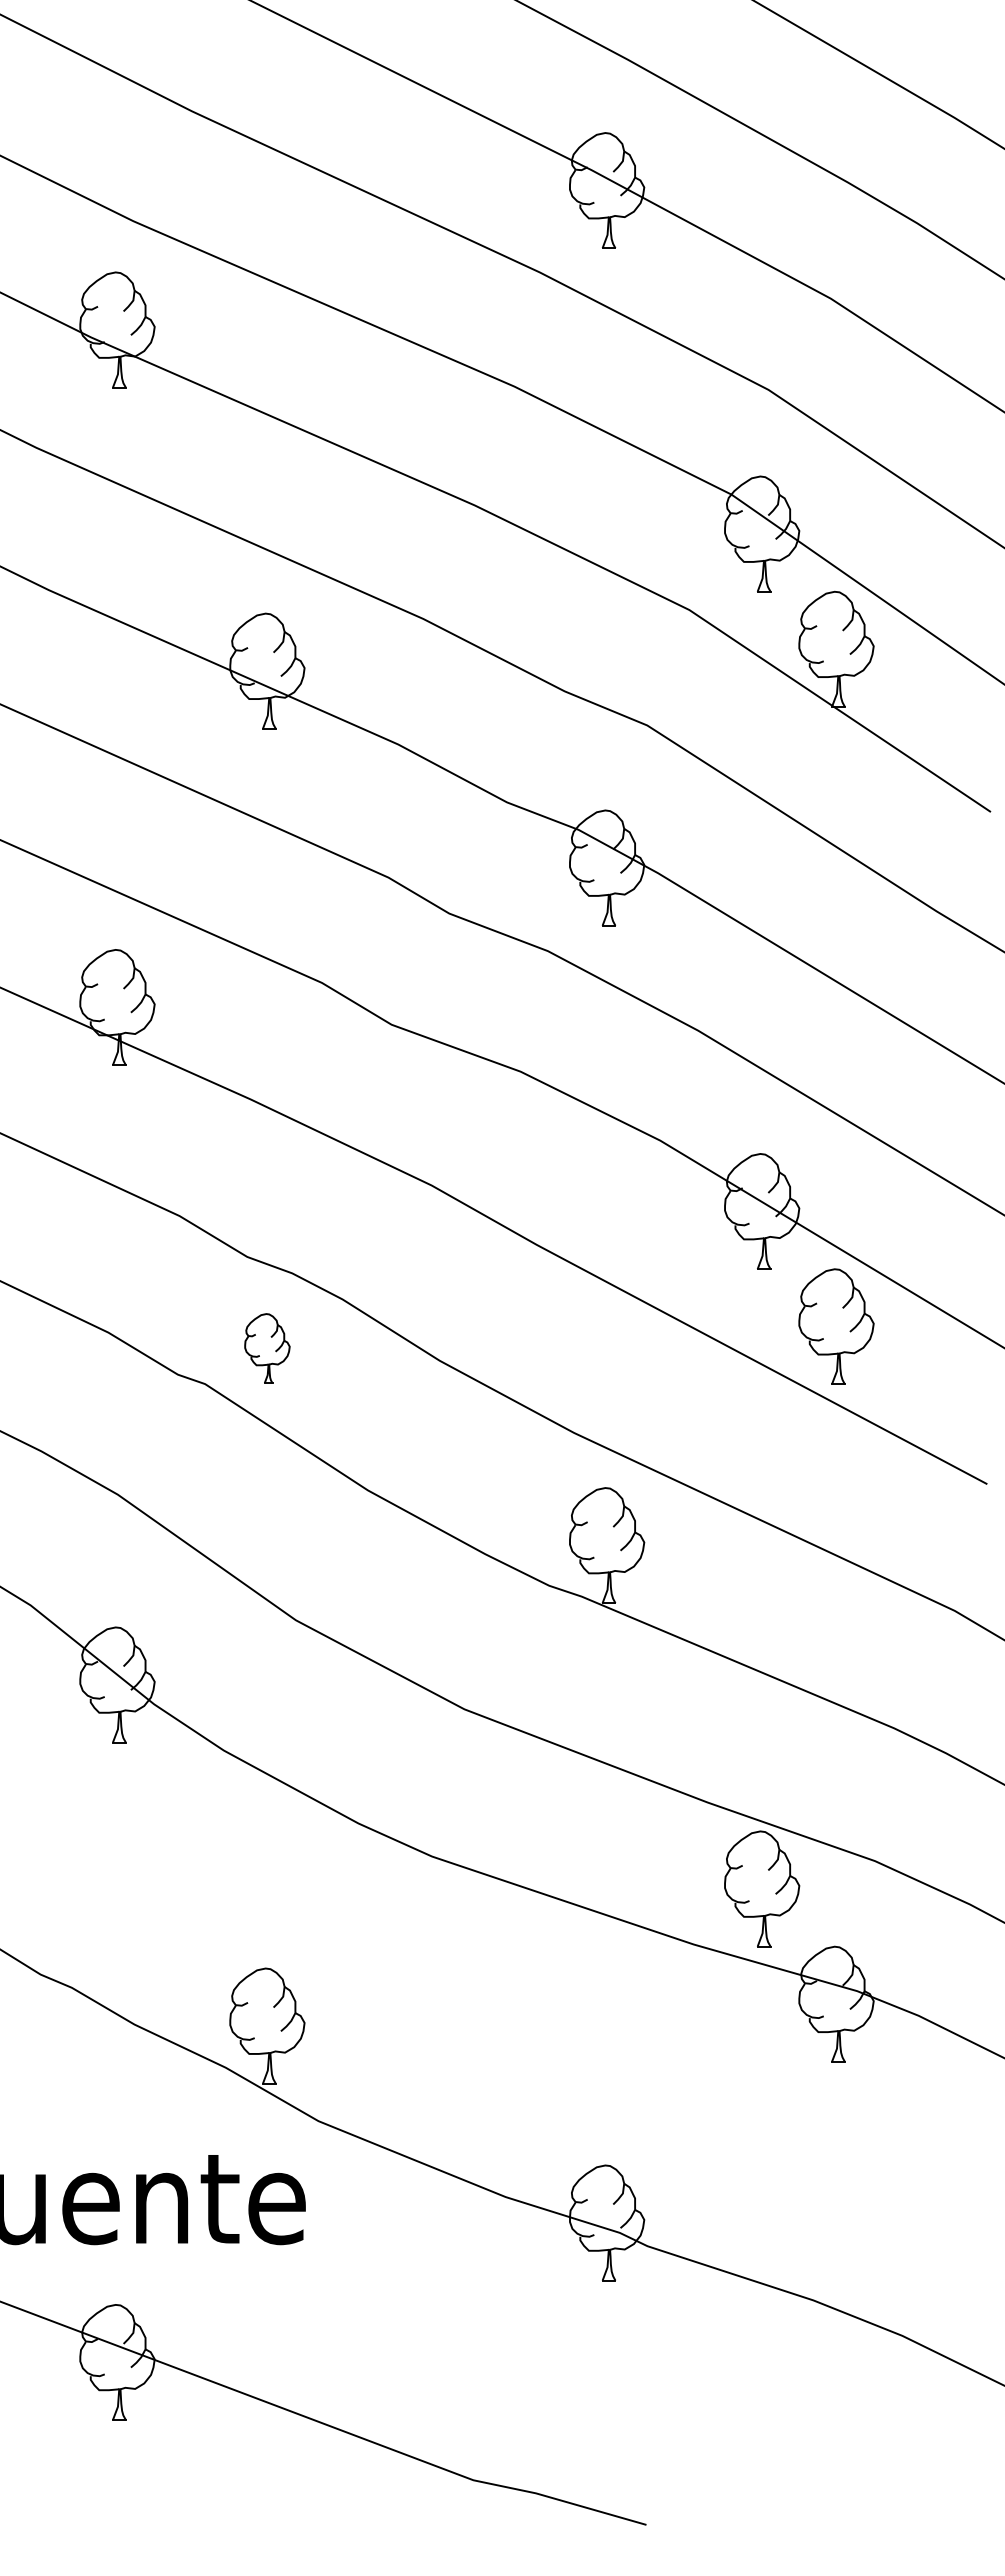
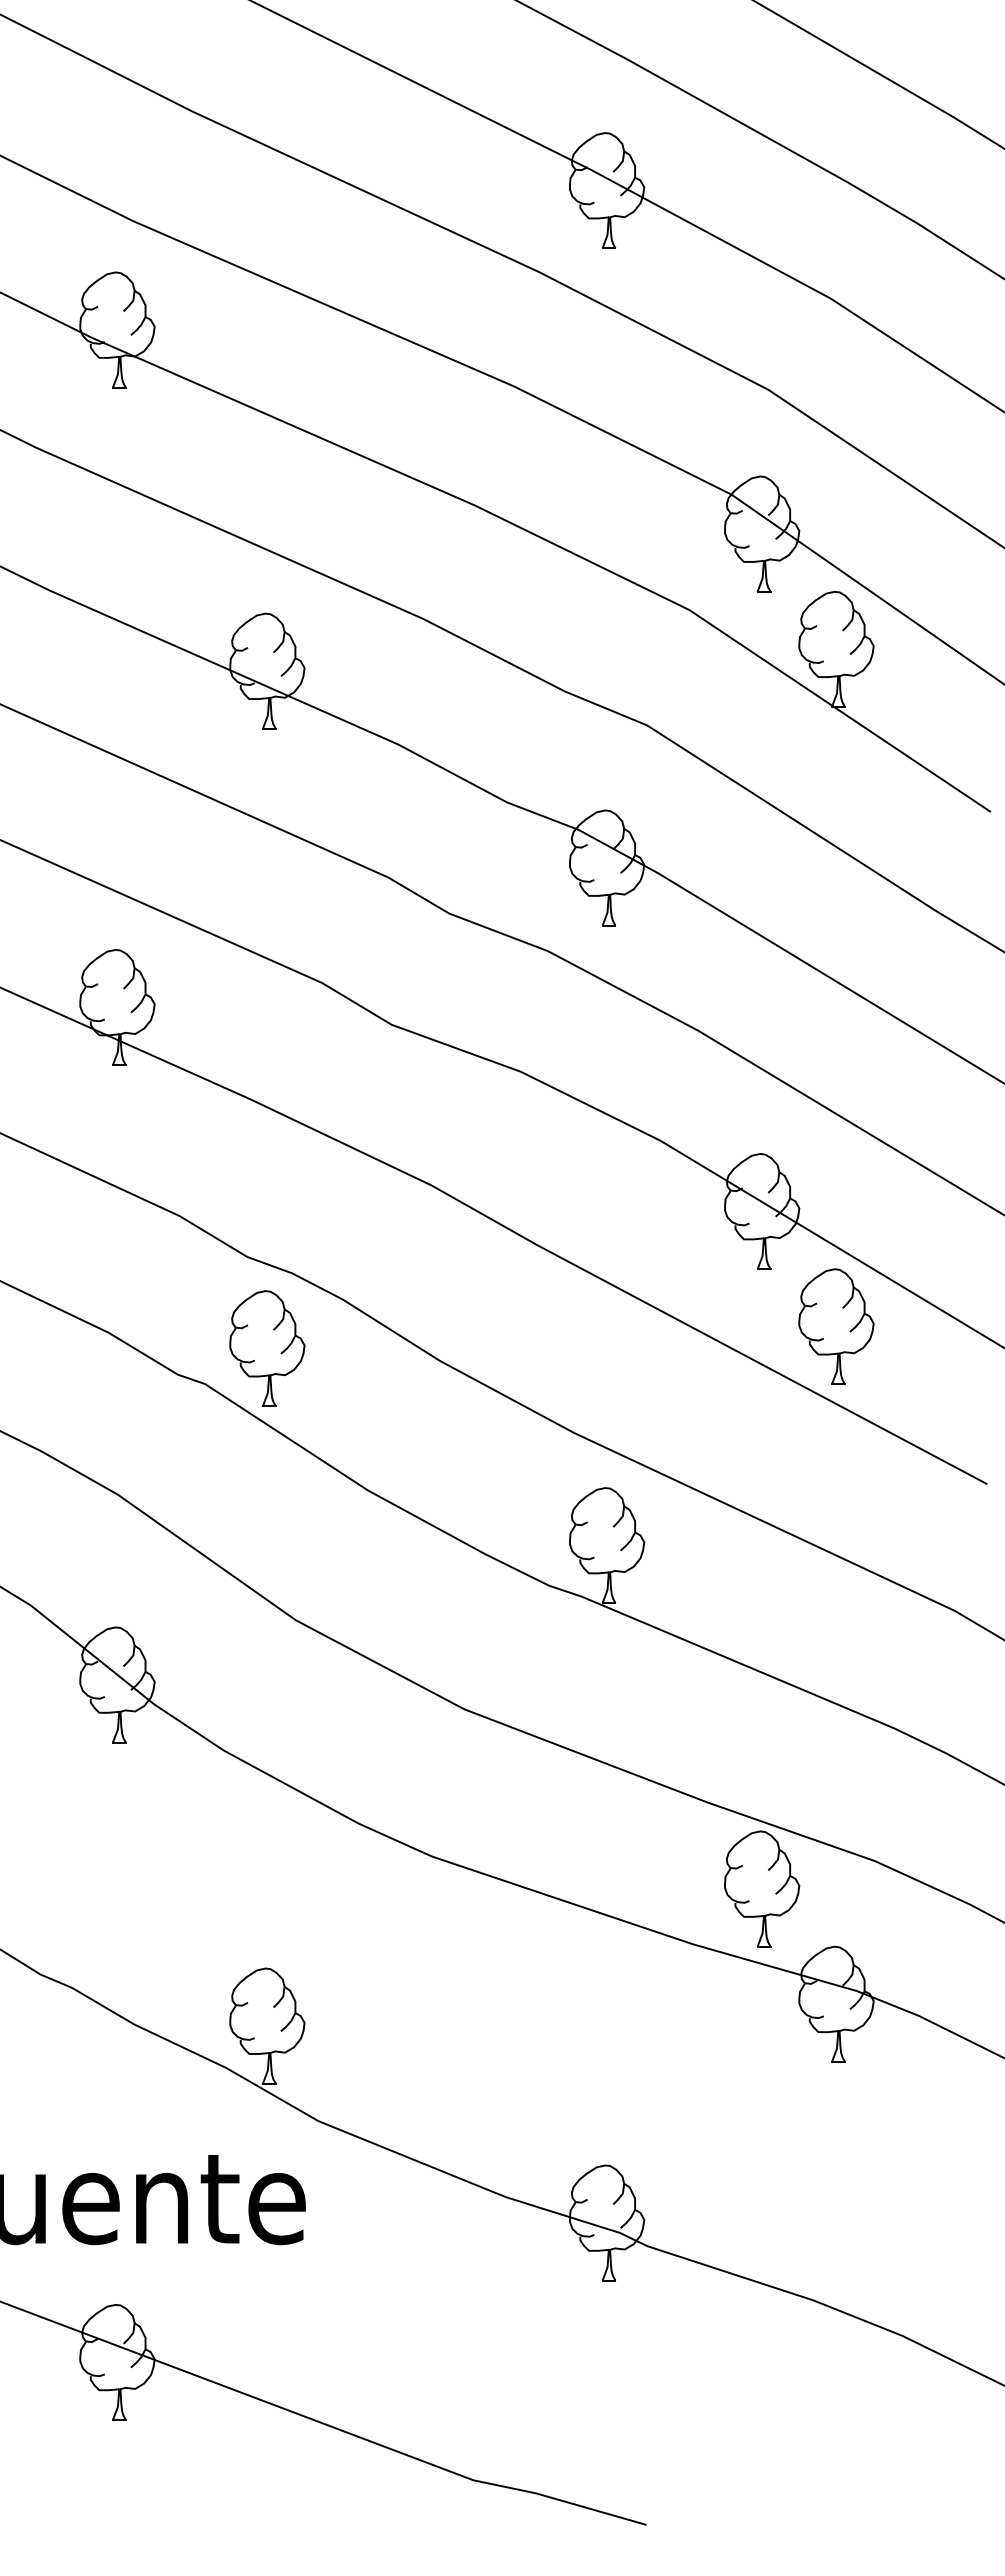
part at (267, 1348) size: 47x71 px -> 77x117 px
